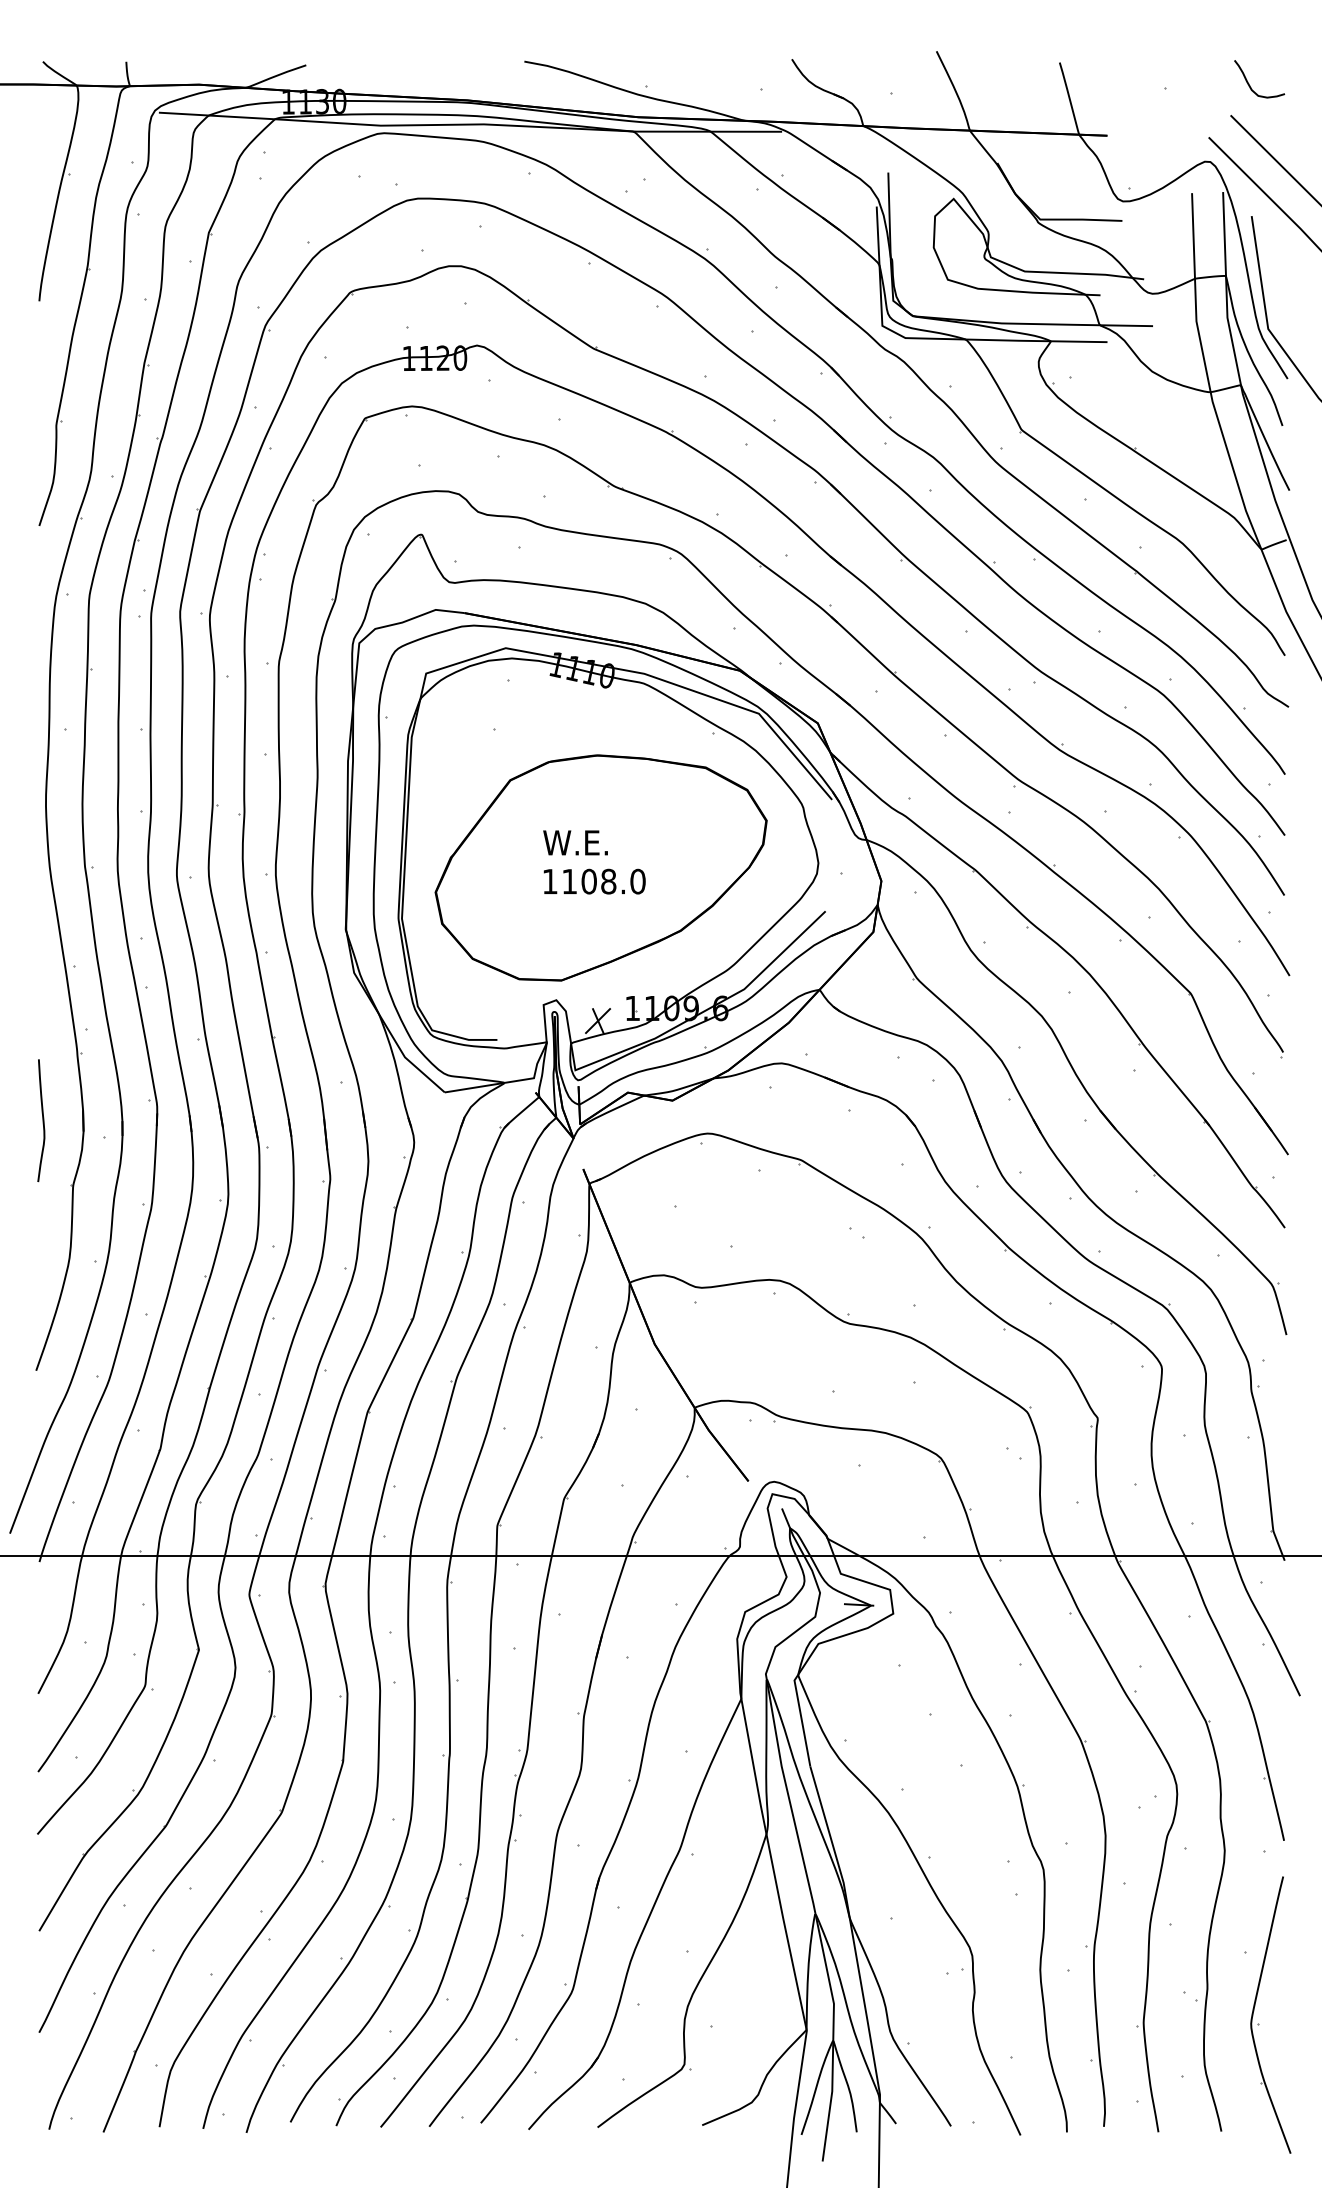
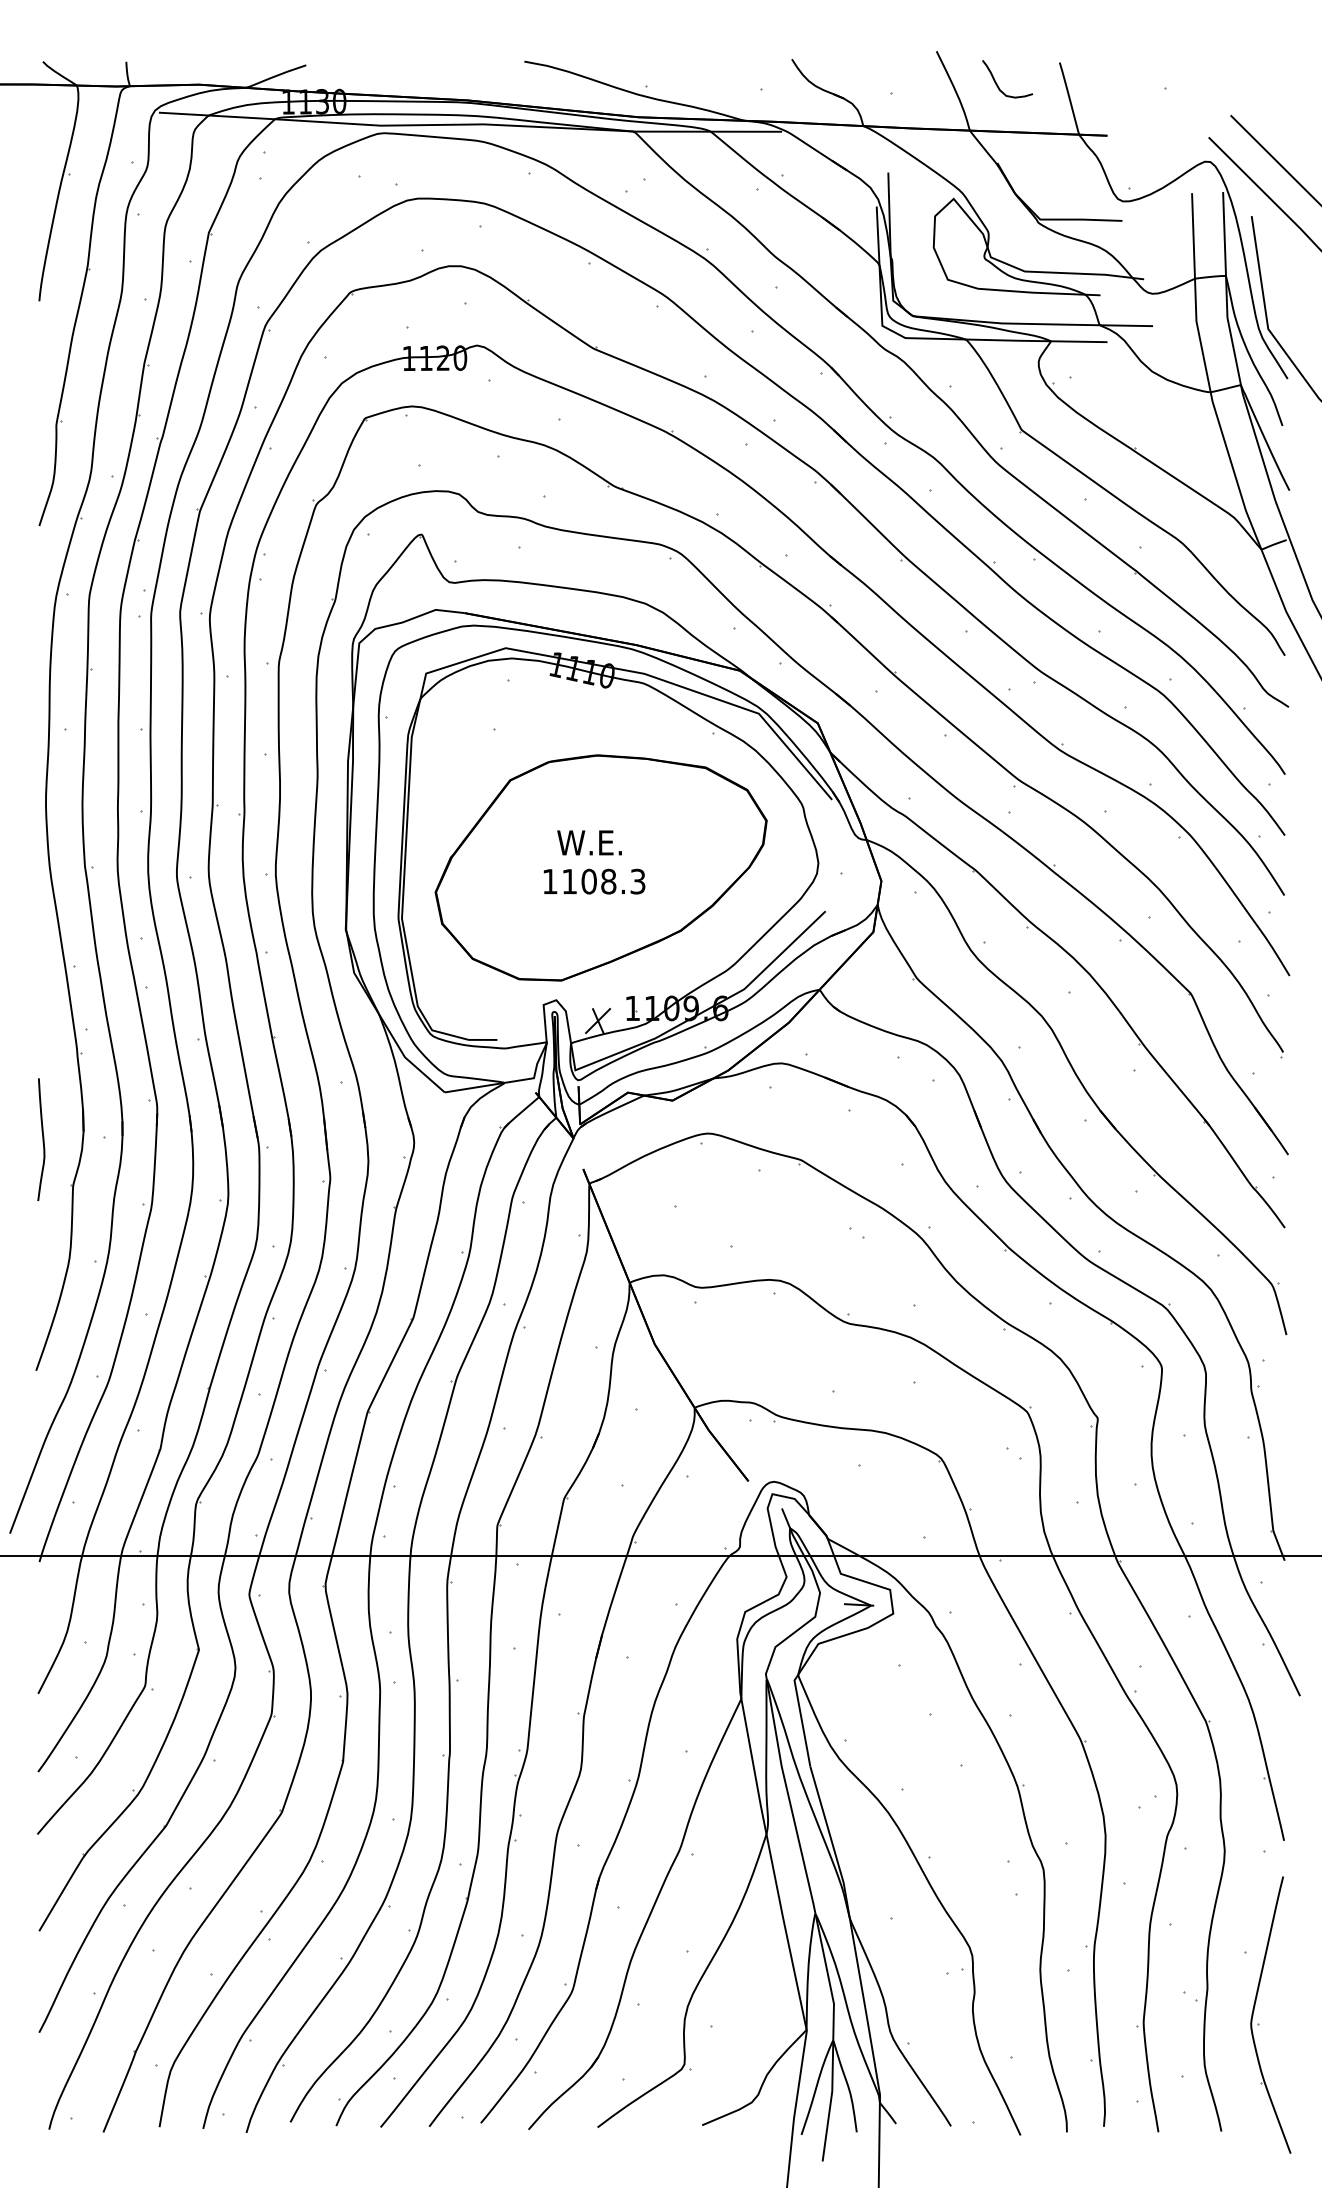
curve at (1249, 83) position: (1249, 83) -> (997, 83)
text at (575, 842) position: (575, 842) -> (589, 842)
text at (637, 881): 1108.0 -> 1108.3
curve at (42, 1120) position: (42, 1120) -> (42, 1139)
